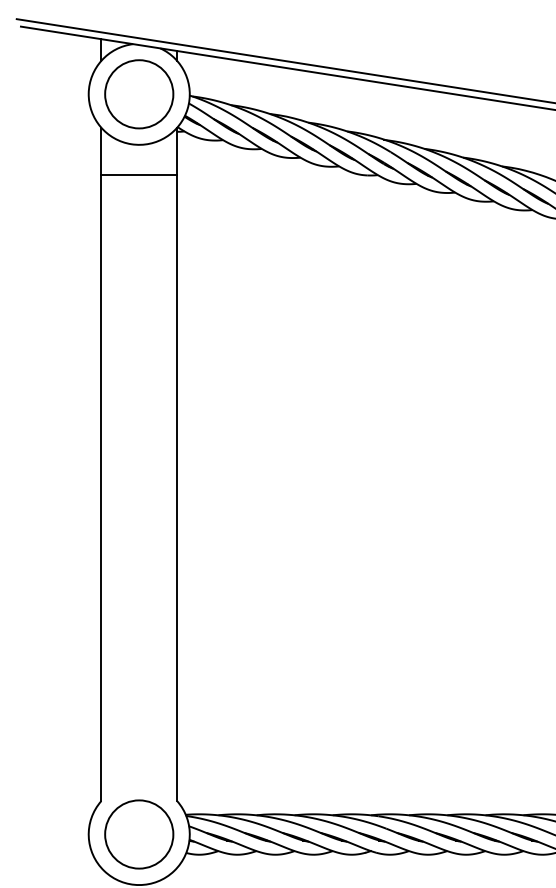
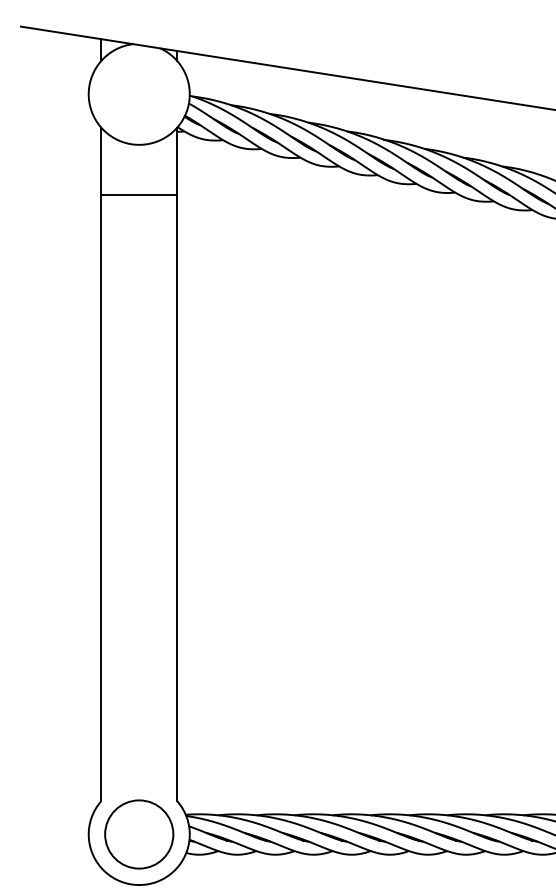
line at (284, 60): present -> none
circle at (139, 94): present -> none
line at (139, 175) position: (139, 175) -> (139, 195)
